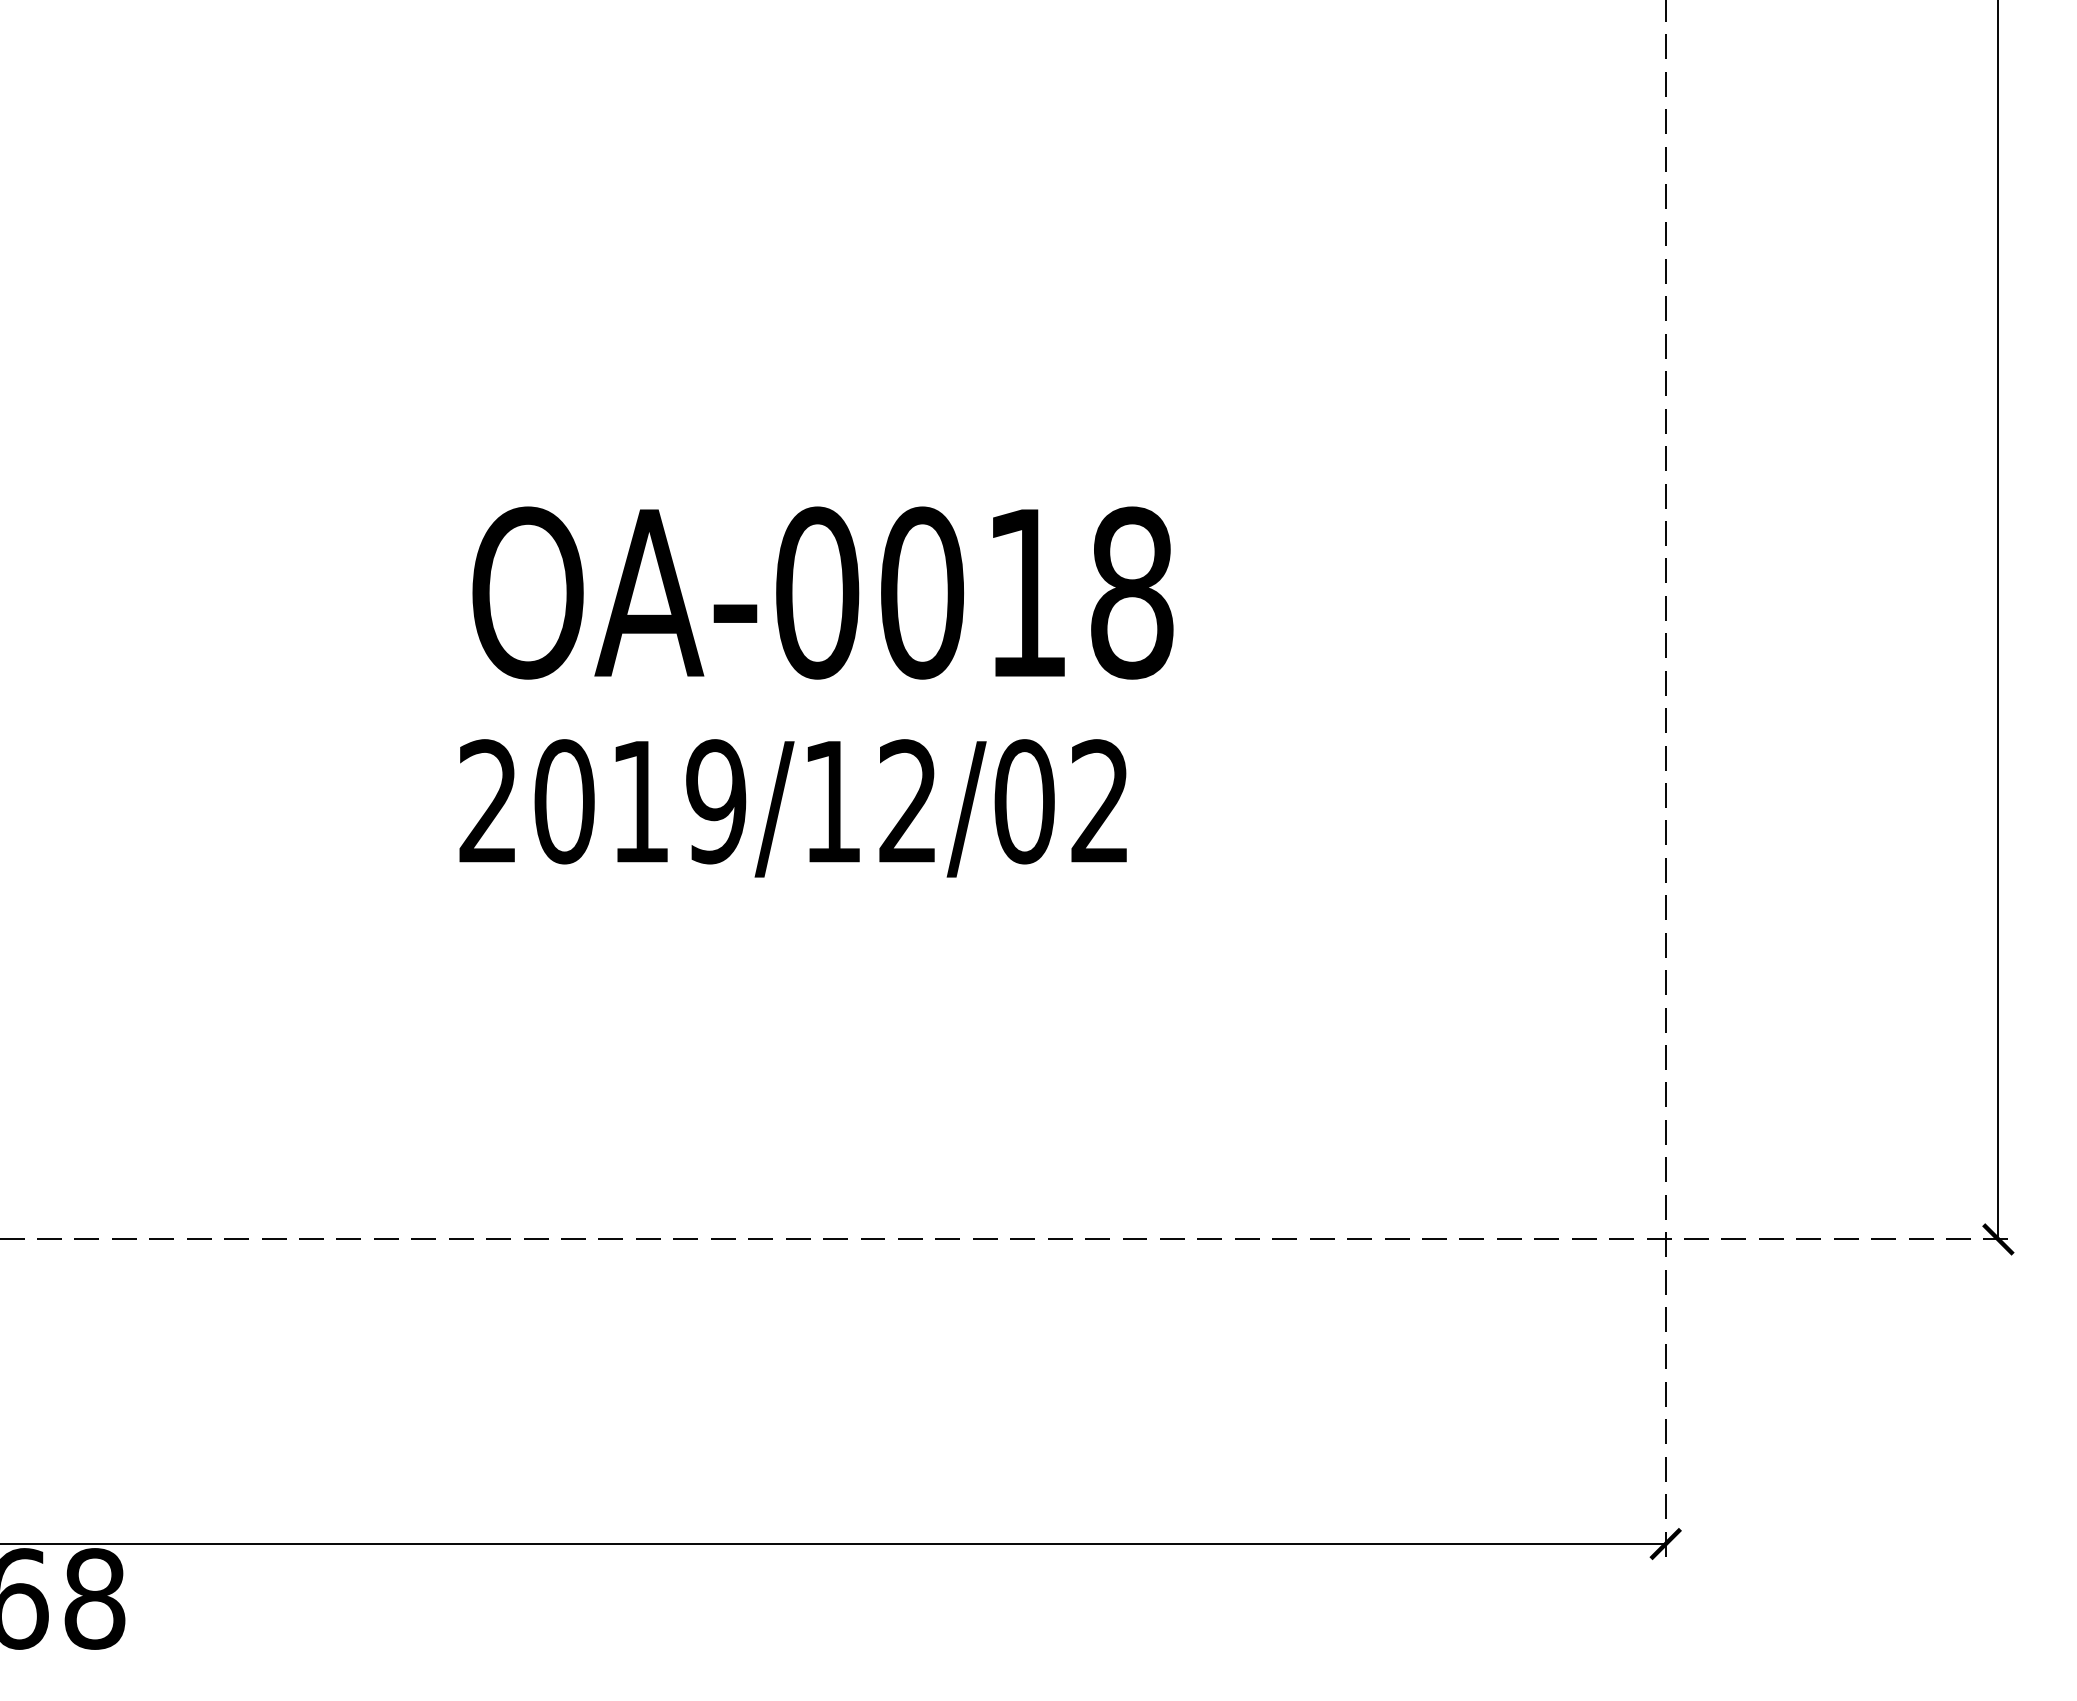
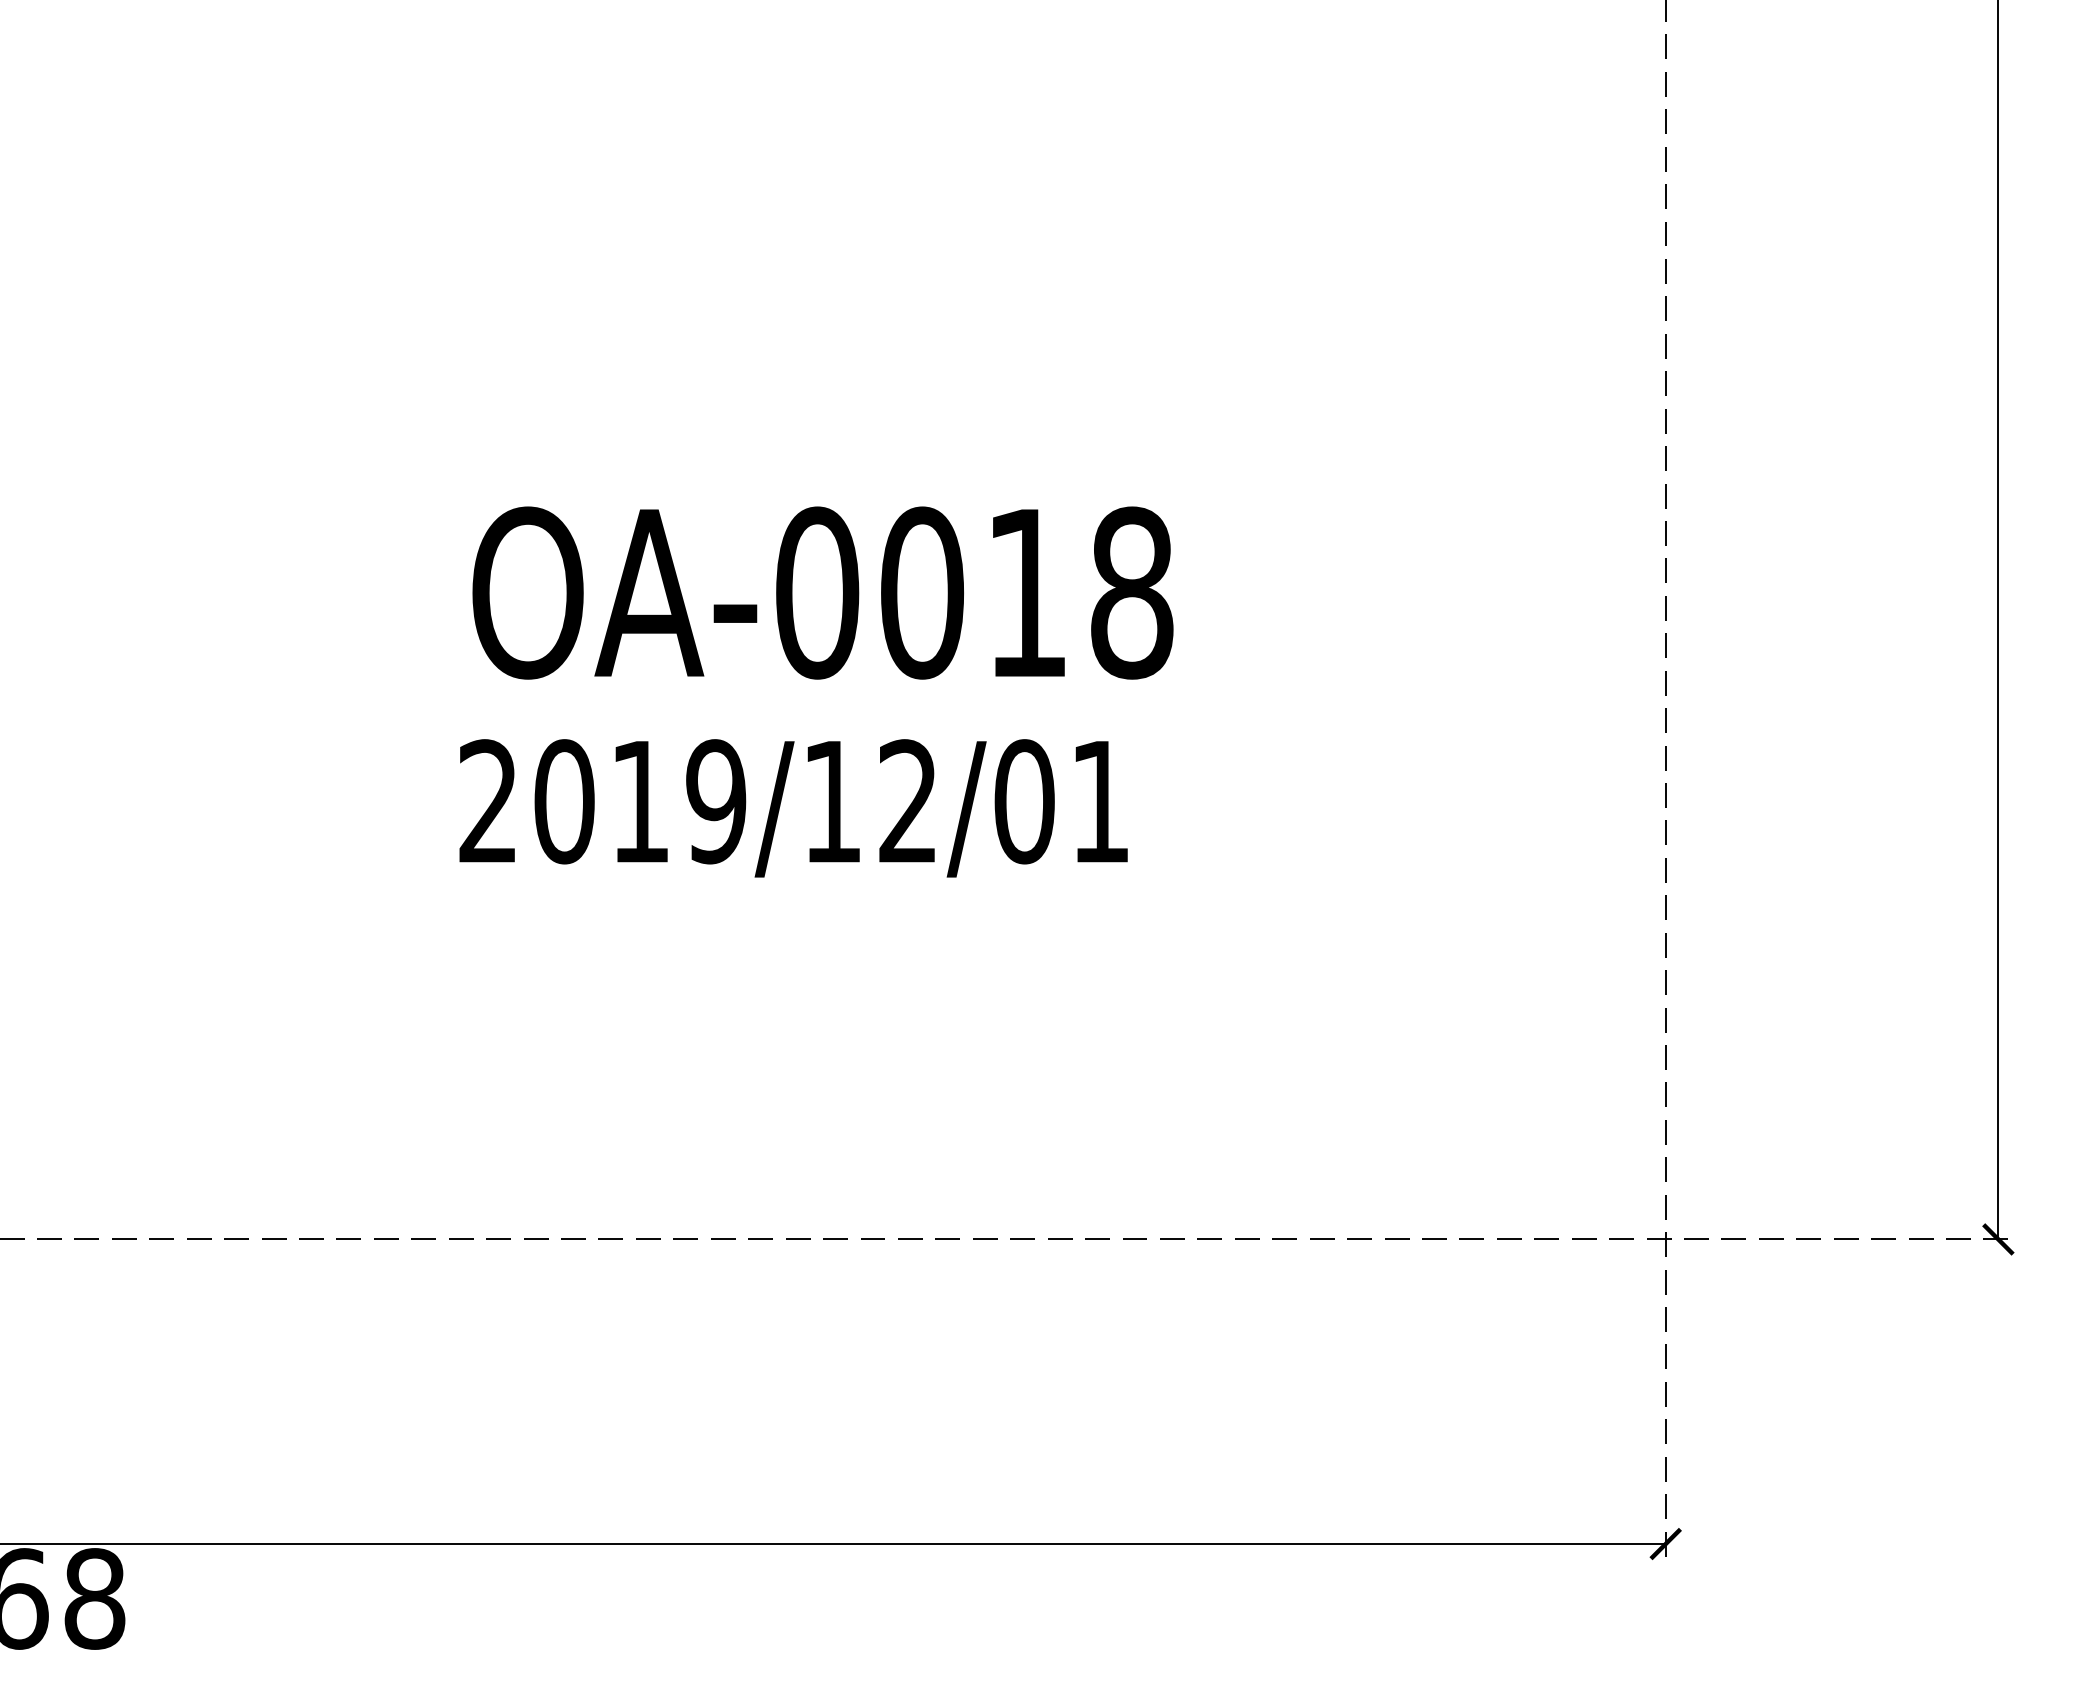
text at (1099, 800): 2019/12/02 -> 2019/12/01
